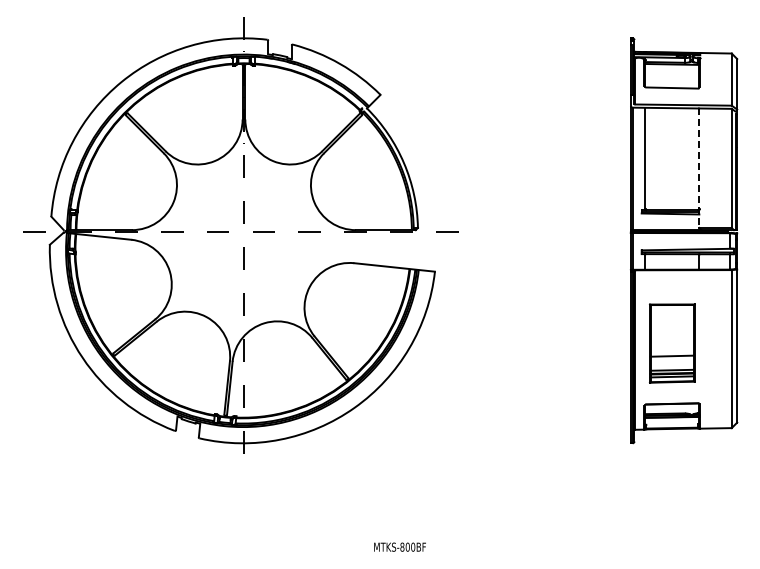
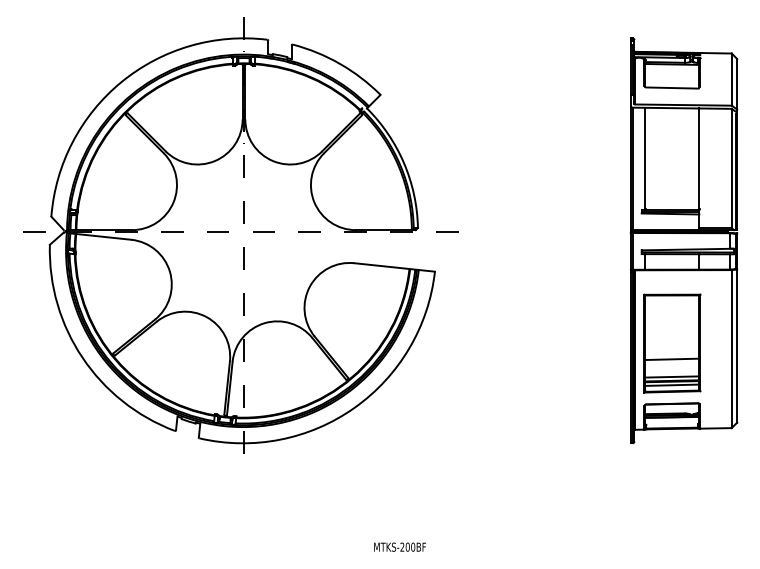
line at (699, 168): dashed -> solid
part at (672, 343) size: 47x81 px -> 59x101 px
text at (402, 546): MTKS-800BF -> MTKS-200BF
